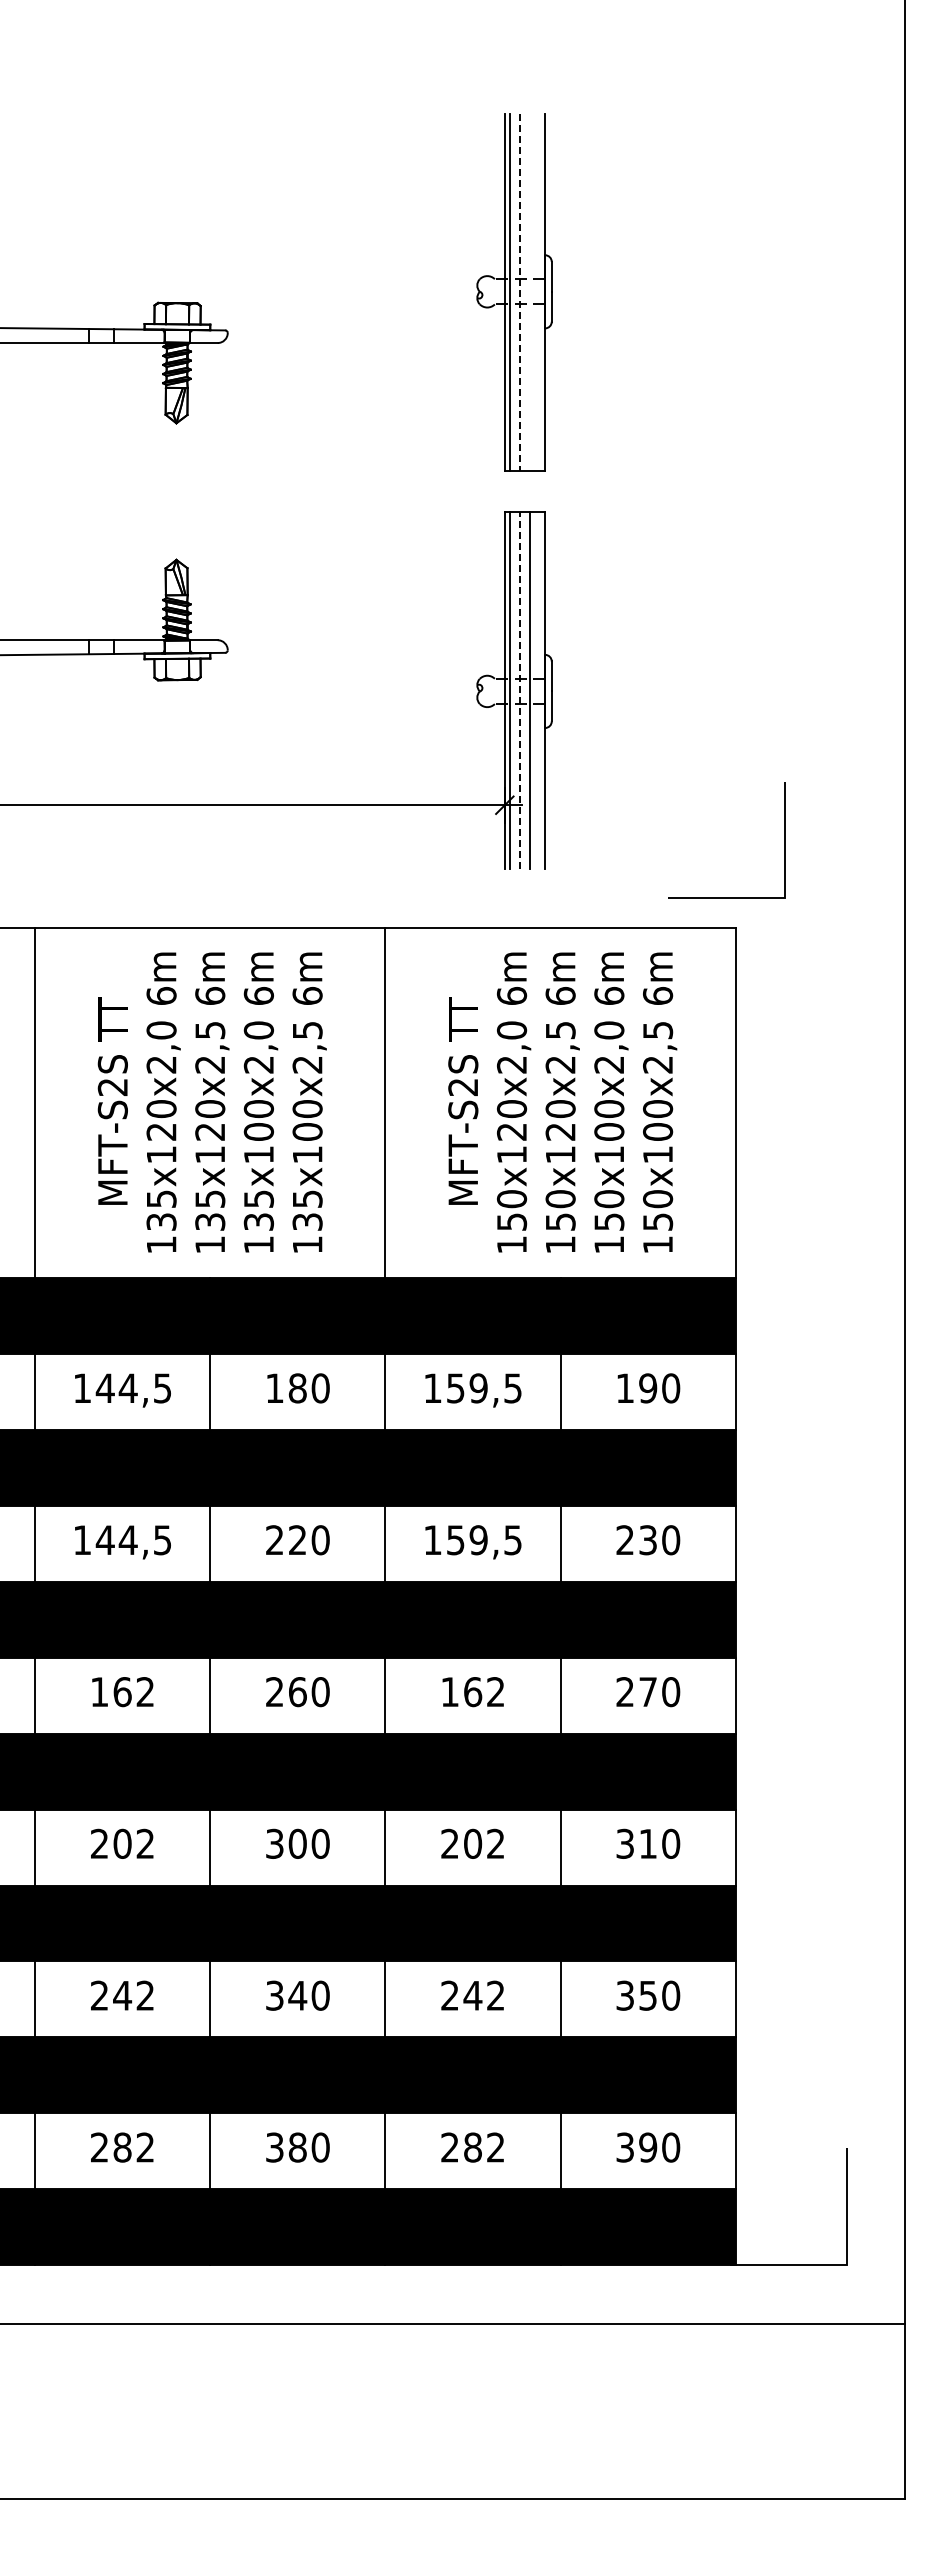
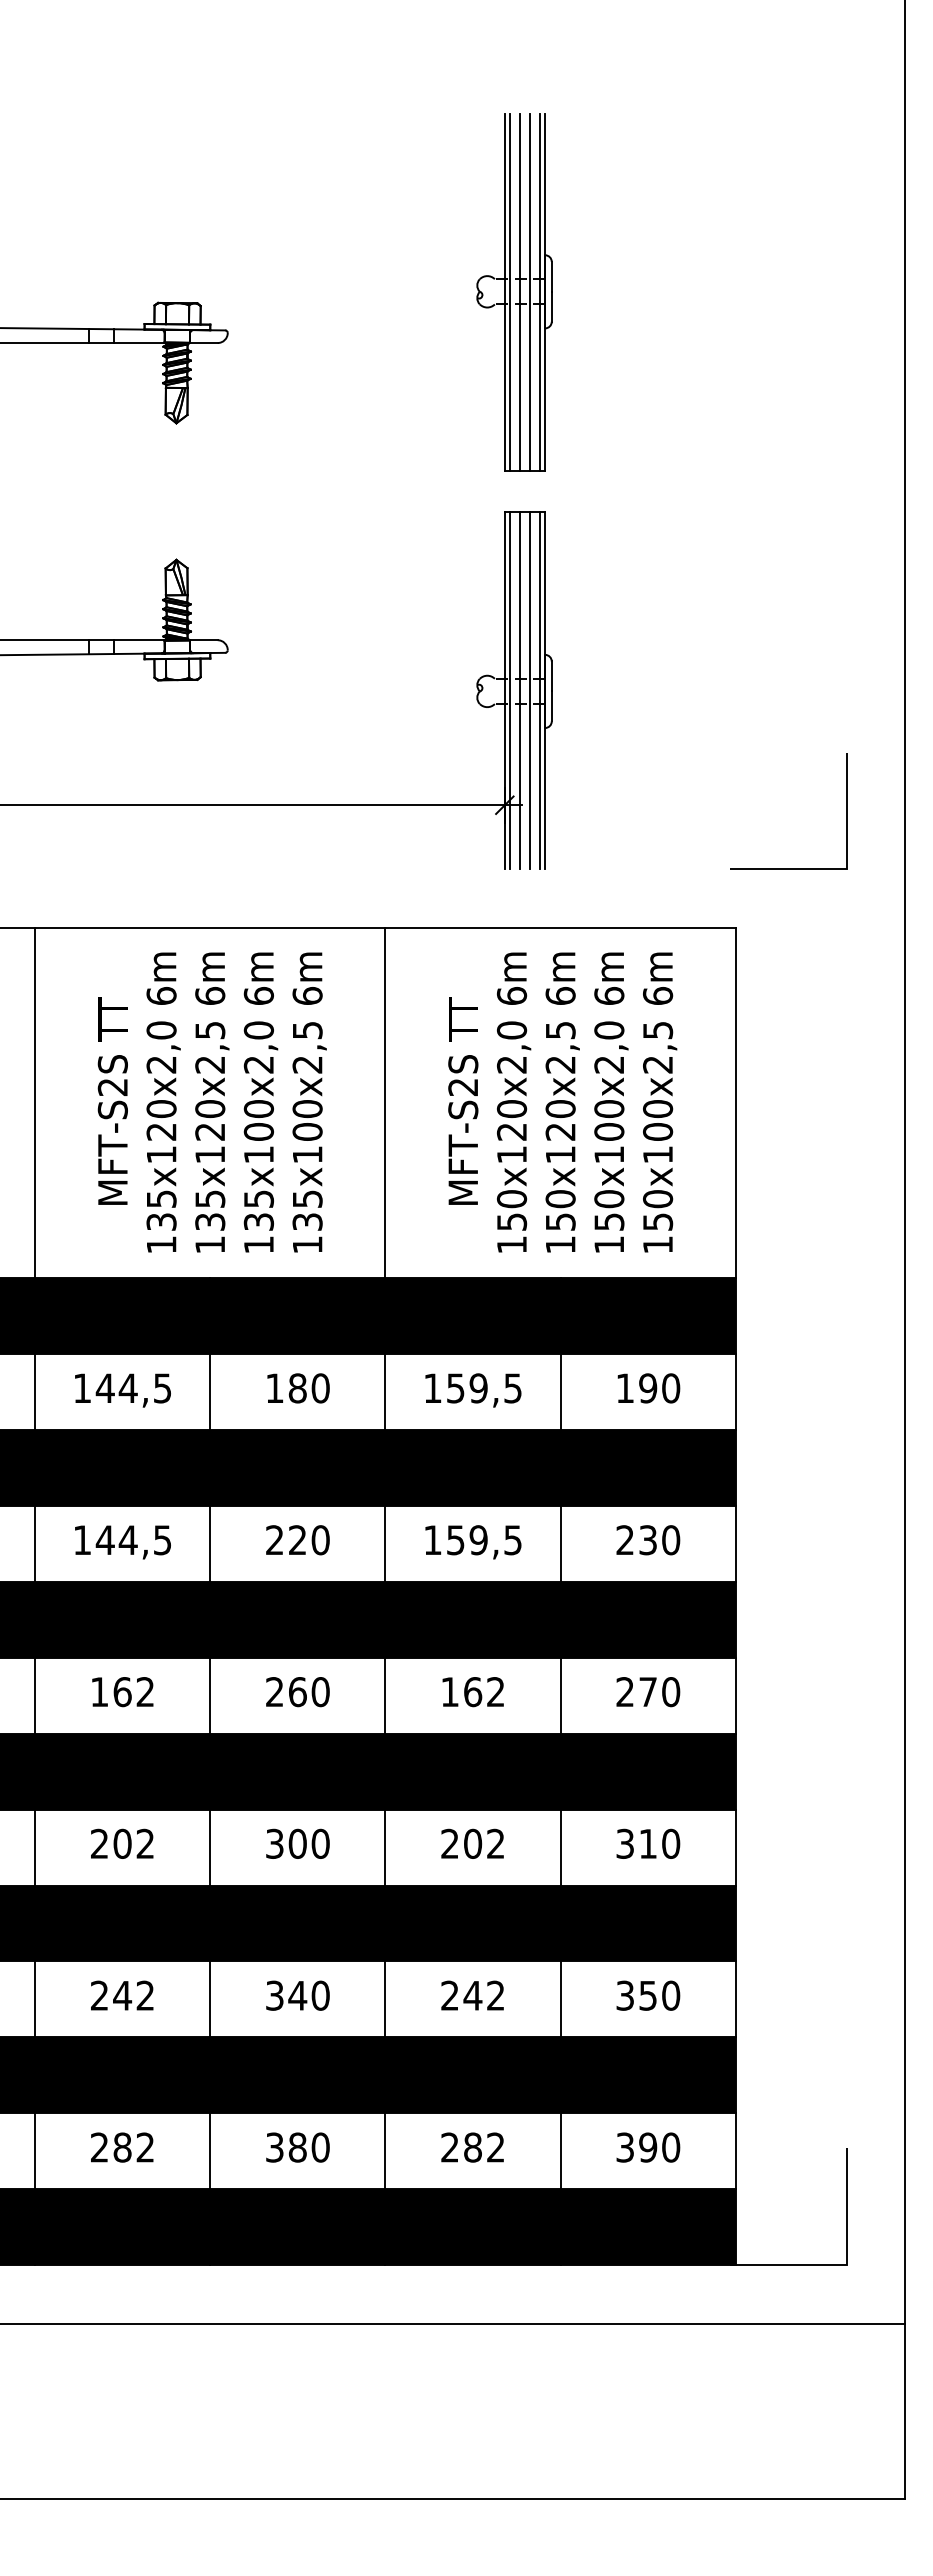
line at (519, 292): dashed -> solid
line at (530, 292): none -> present
line at (540, 292): none -> present
line at (519, 690): dashed -> solid
line at (540, 690): none -> present
line at (726, 897) position: (726, 897) -> (788, 868)
